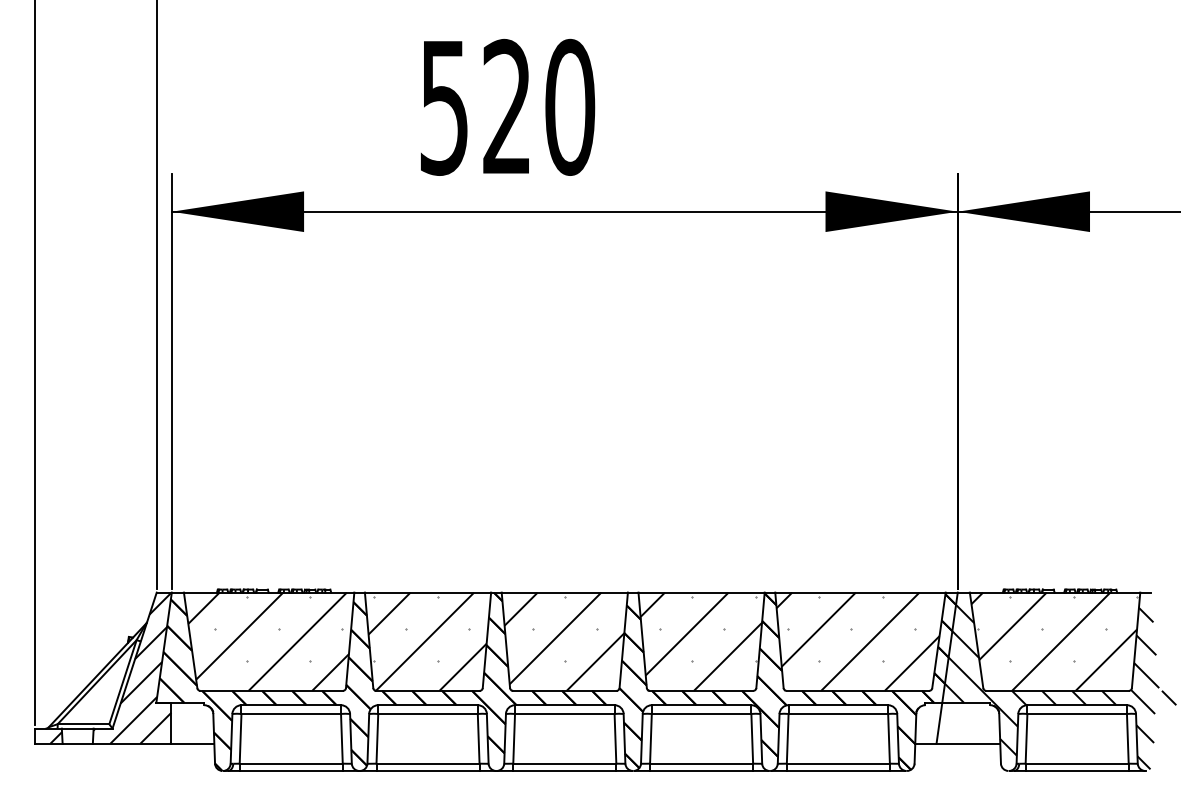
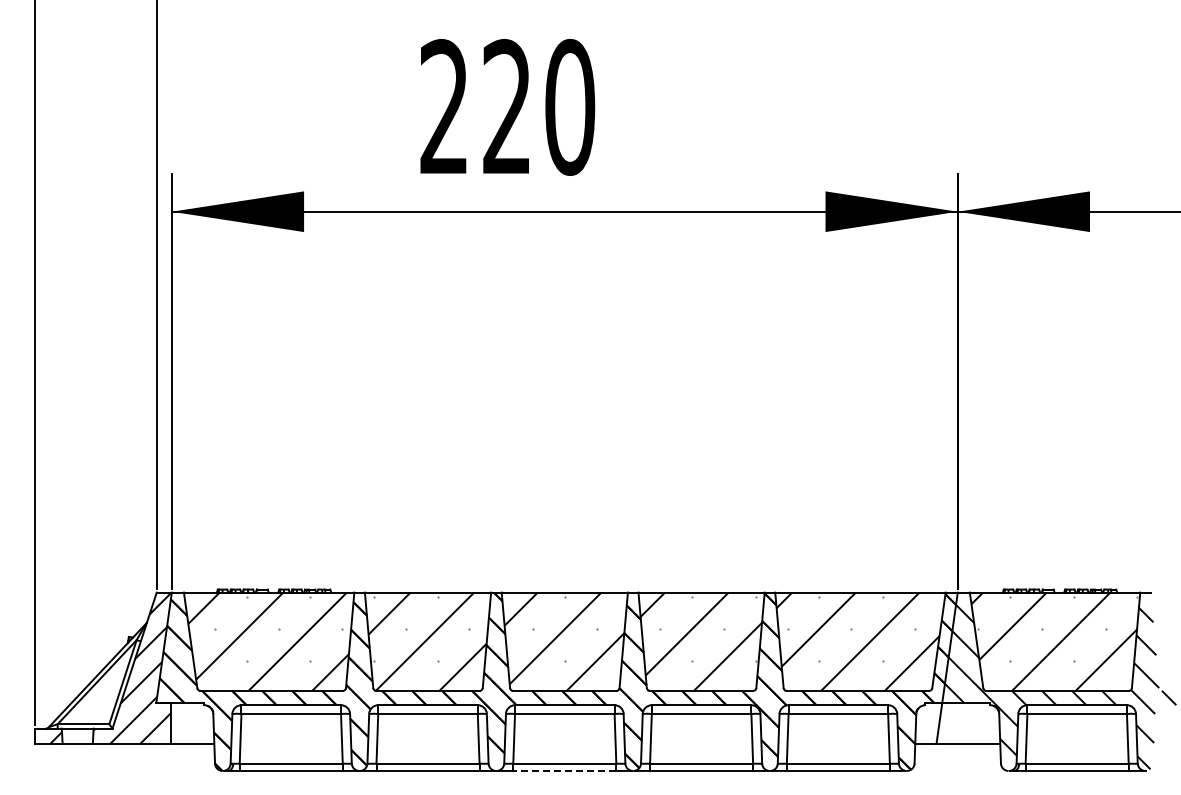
text at (443, 106): 520 -> 220
line at (564, 770): solid -> dashed
